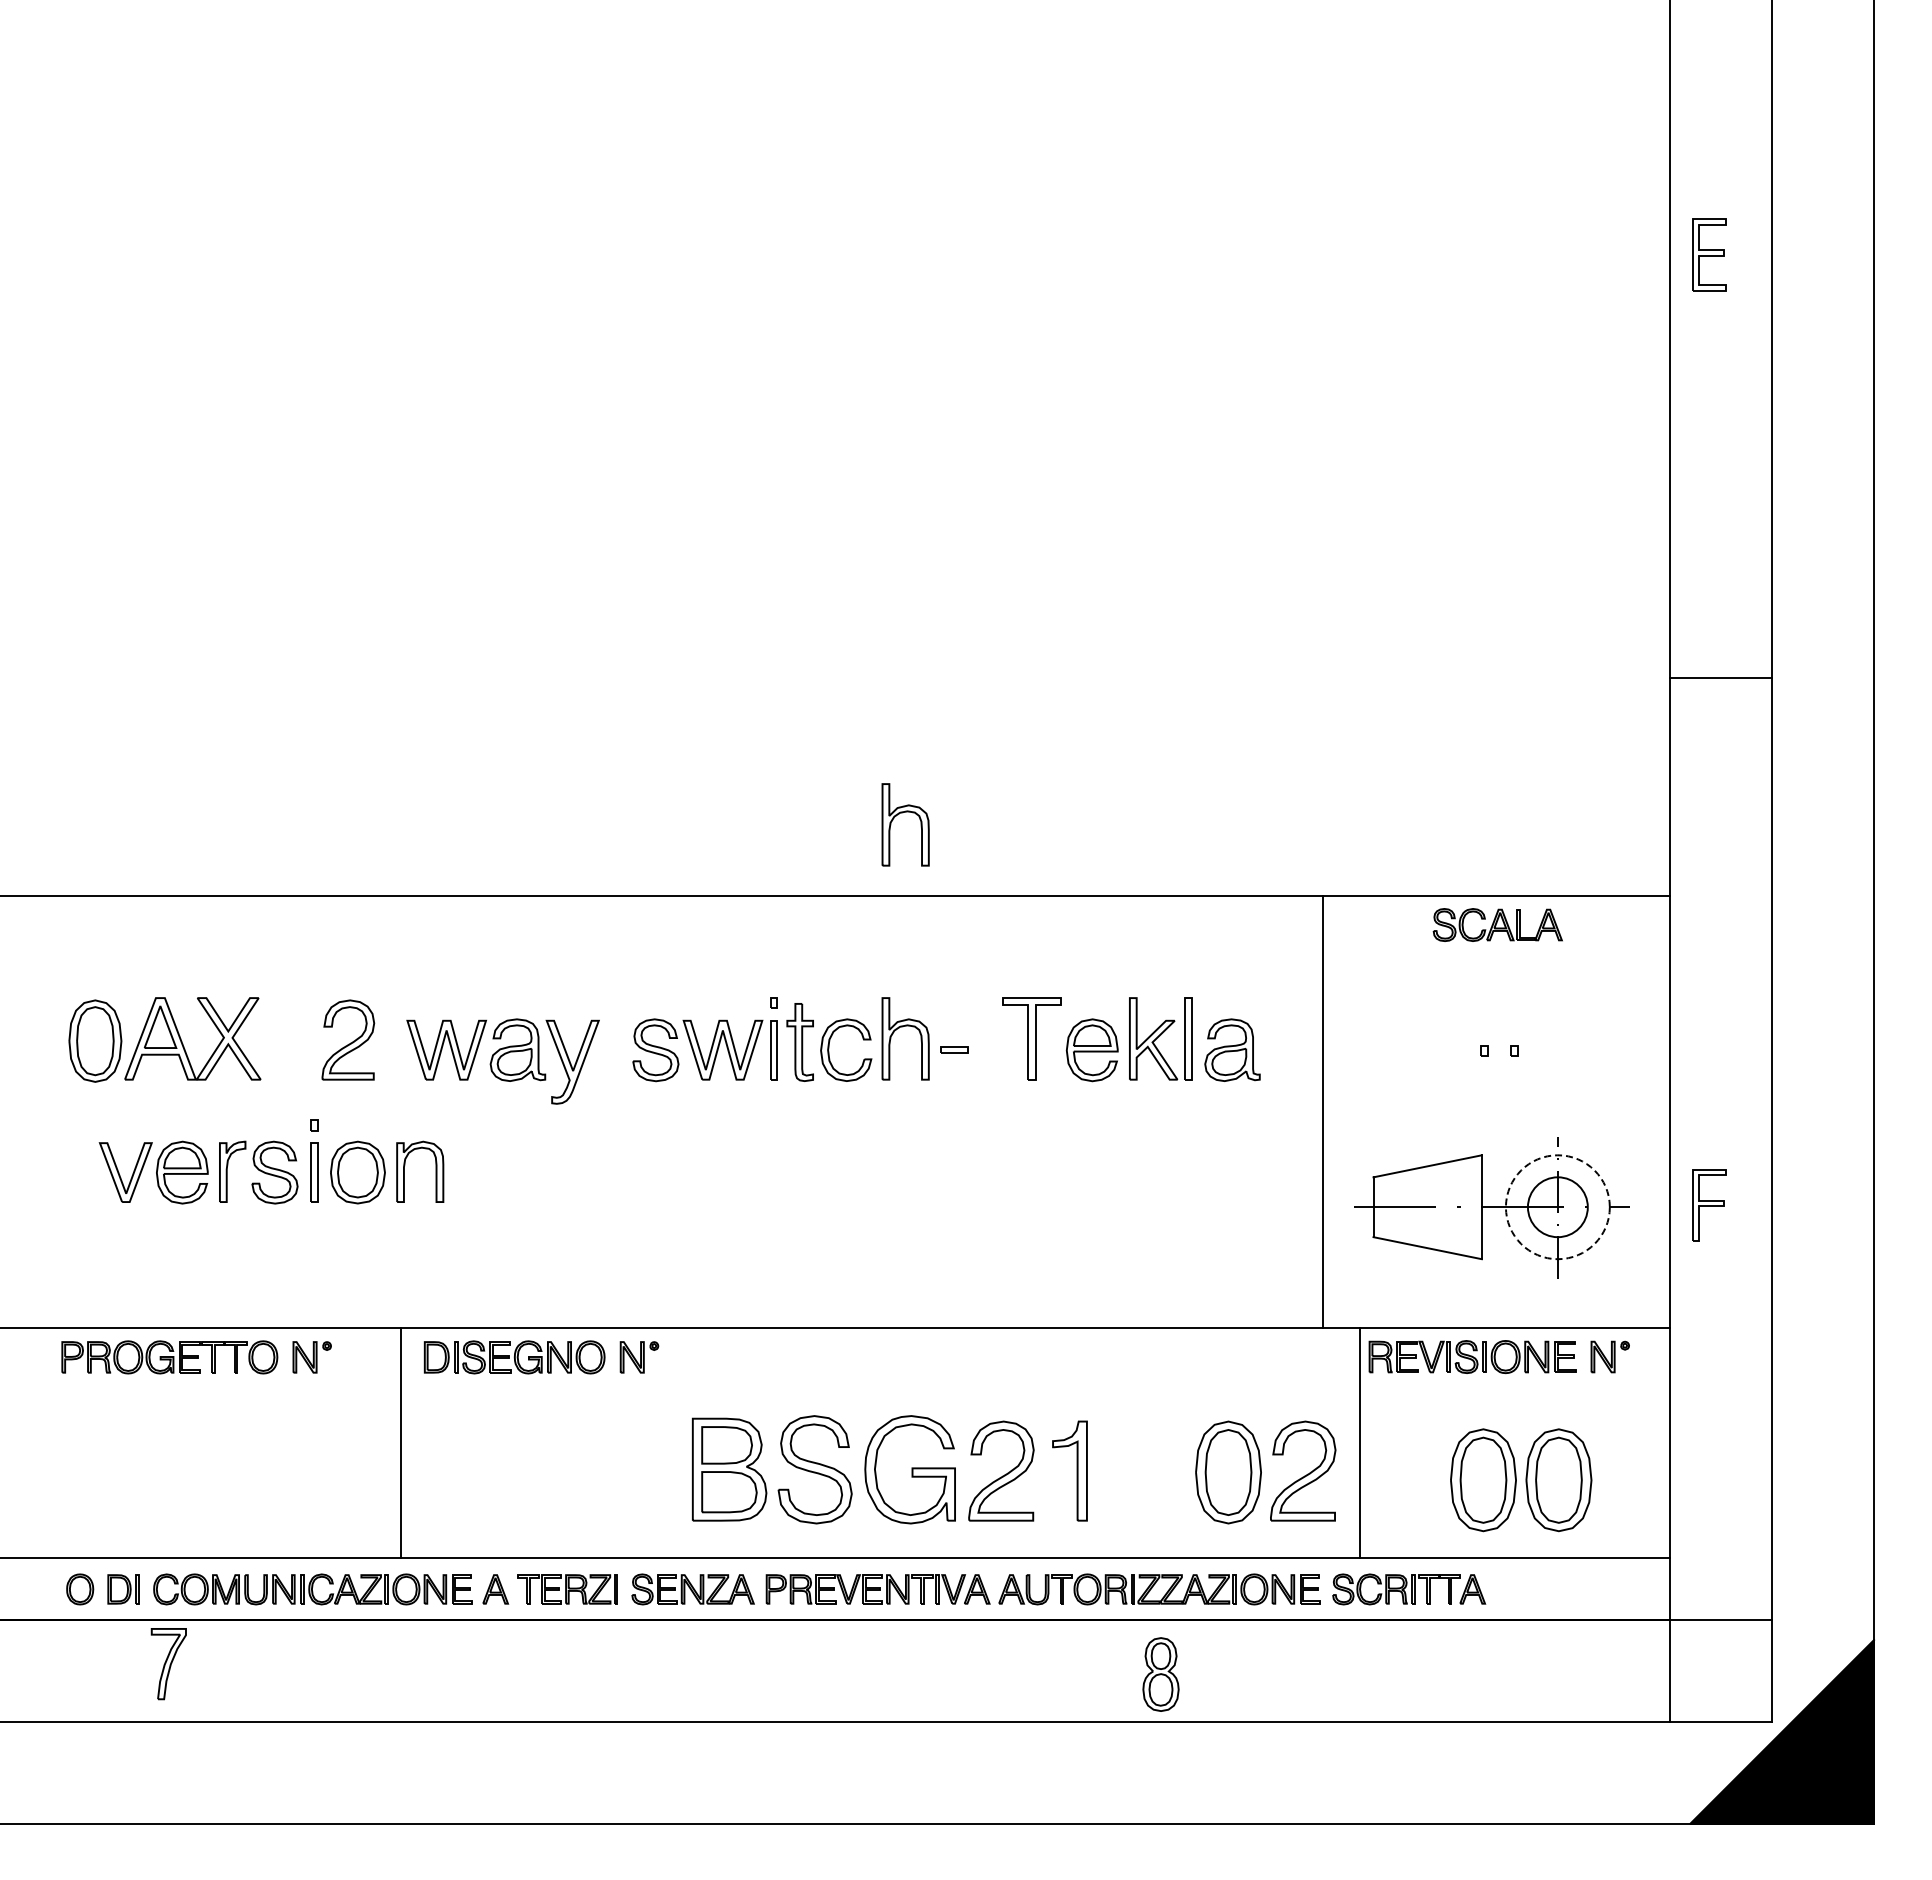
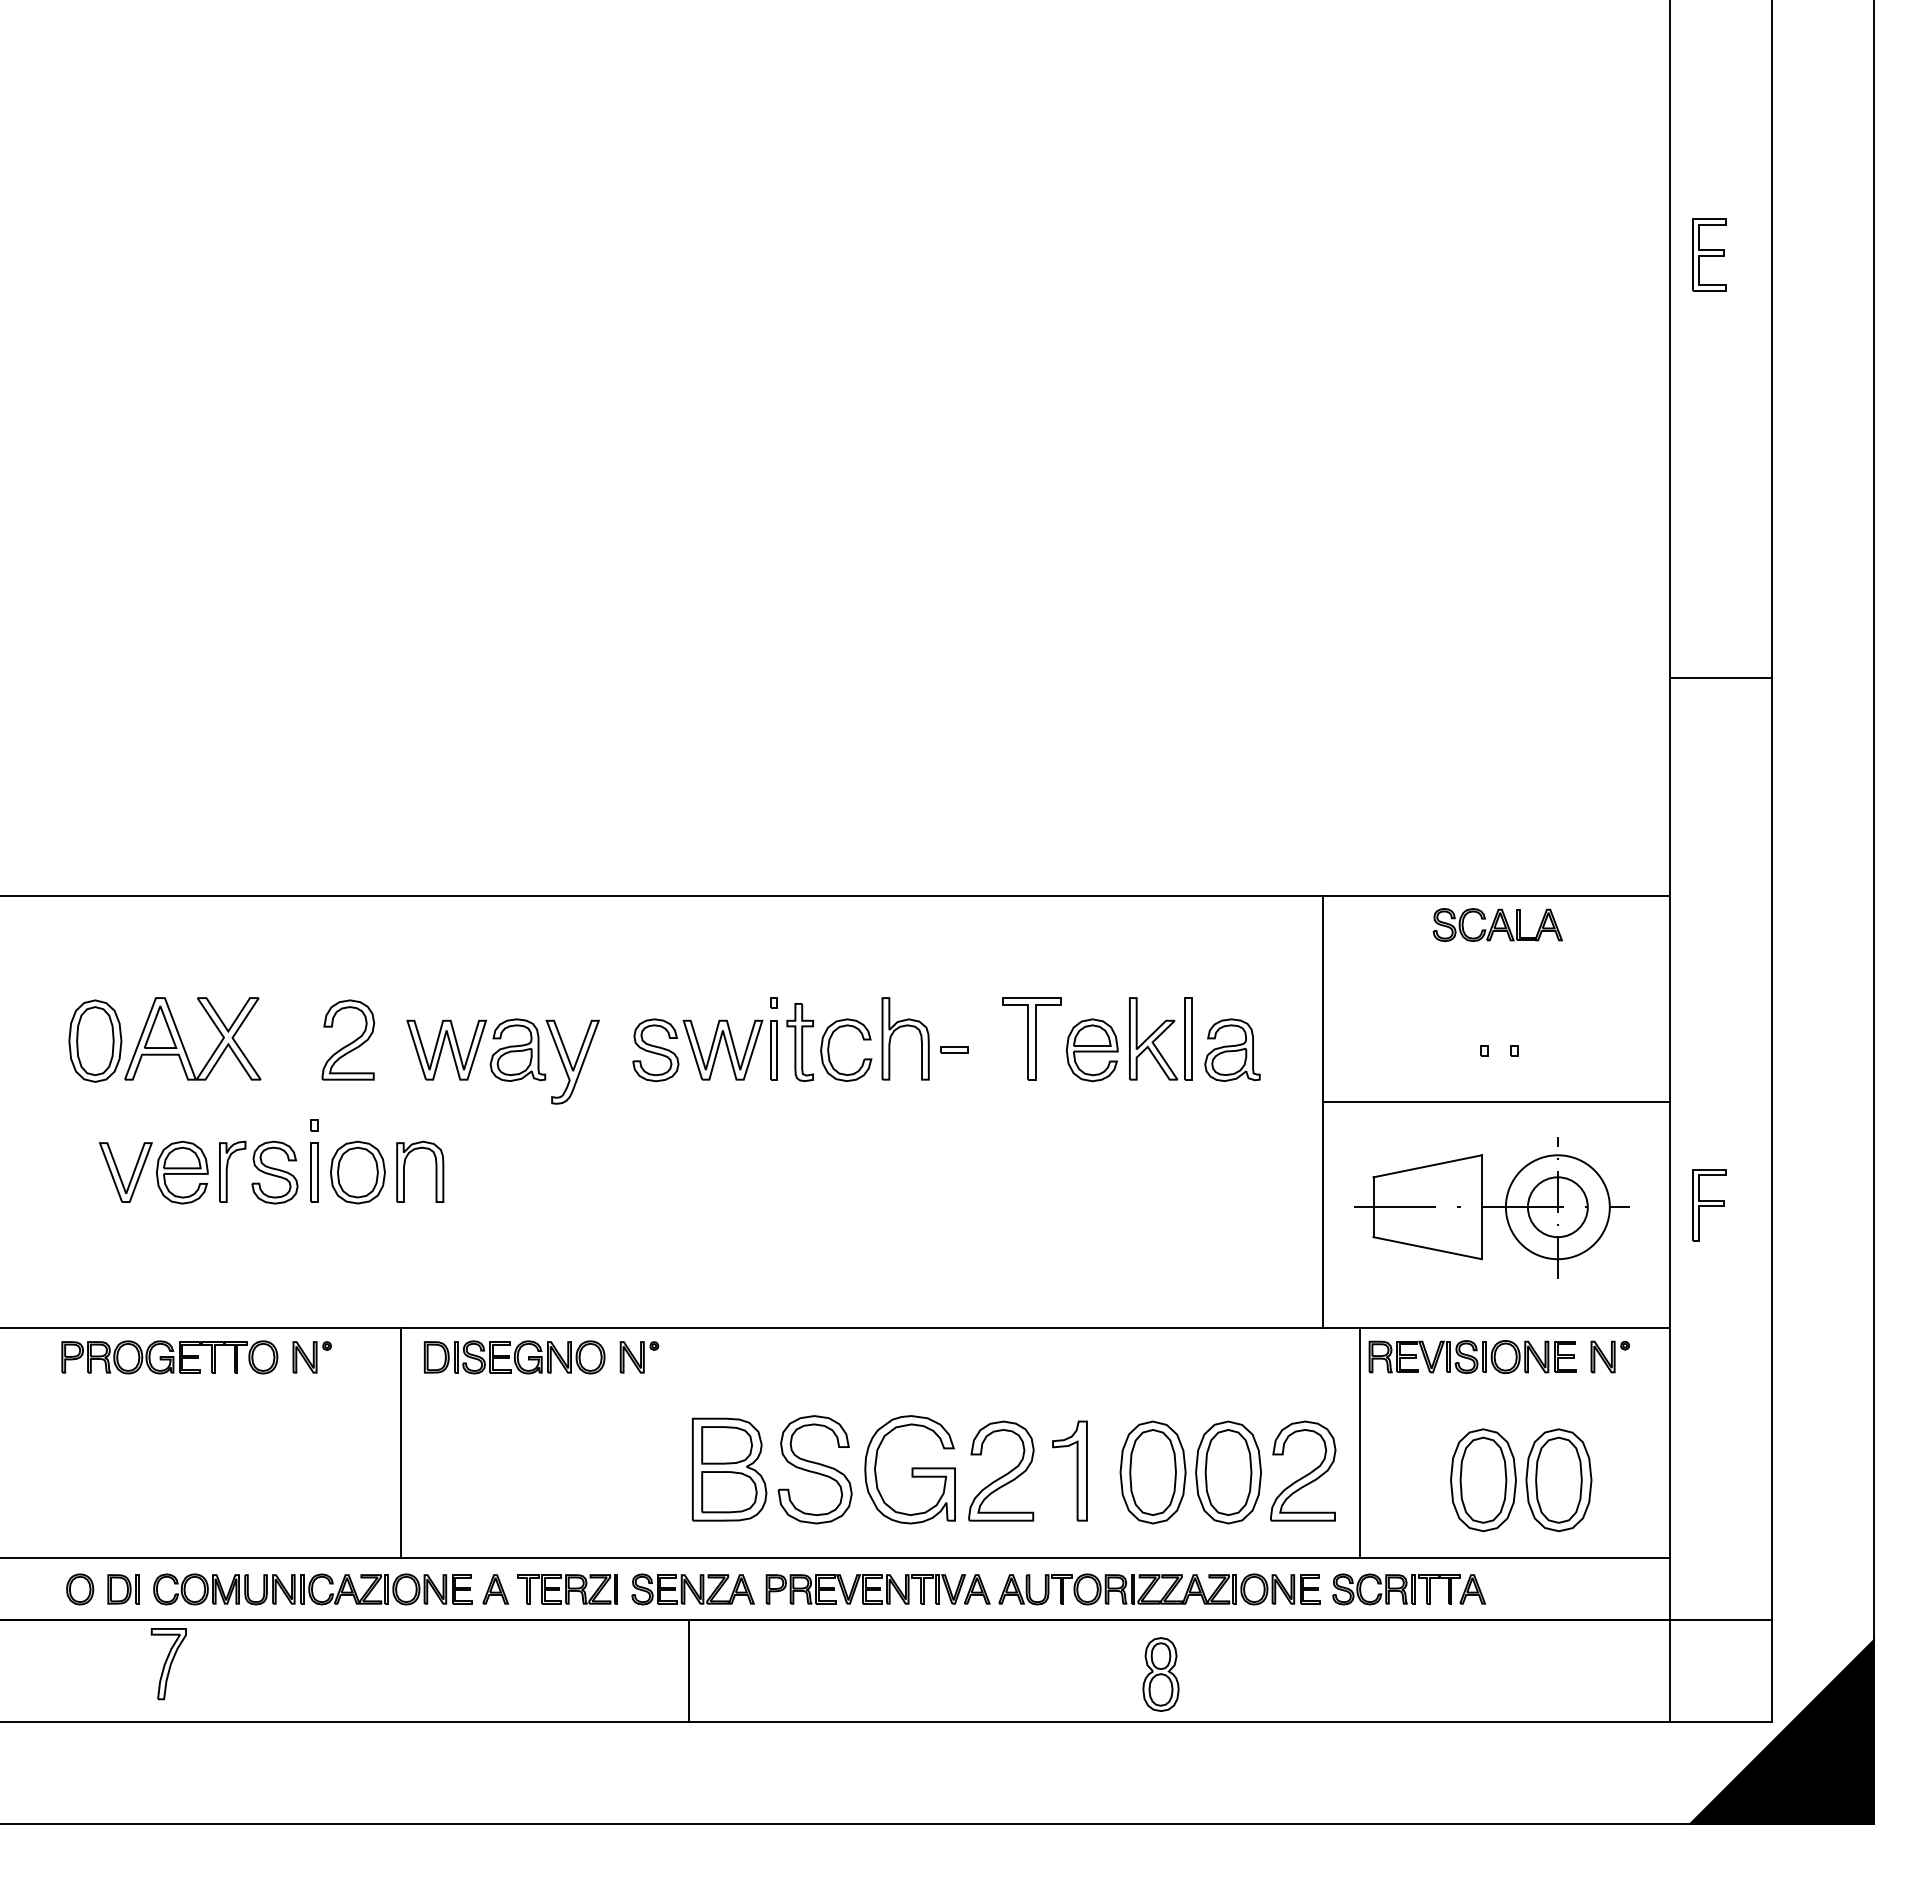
part at (902, 813): present -> none
line at (1496, 1101): none -> present
circle at (1557, 1207): dashed -> solid
part at (1152, 1472): none -> present
line at (688, 1670): none -> present
